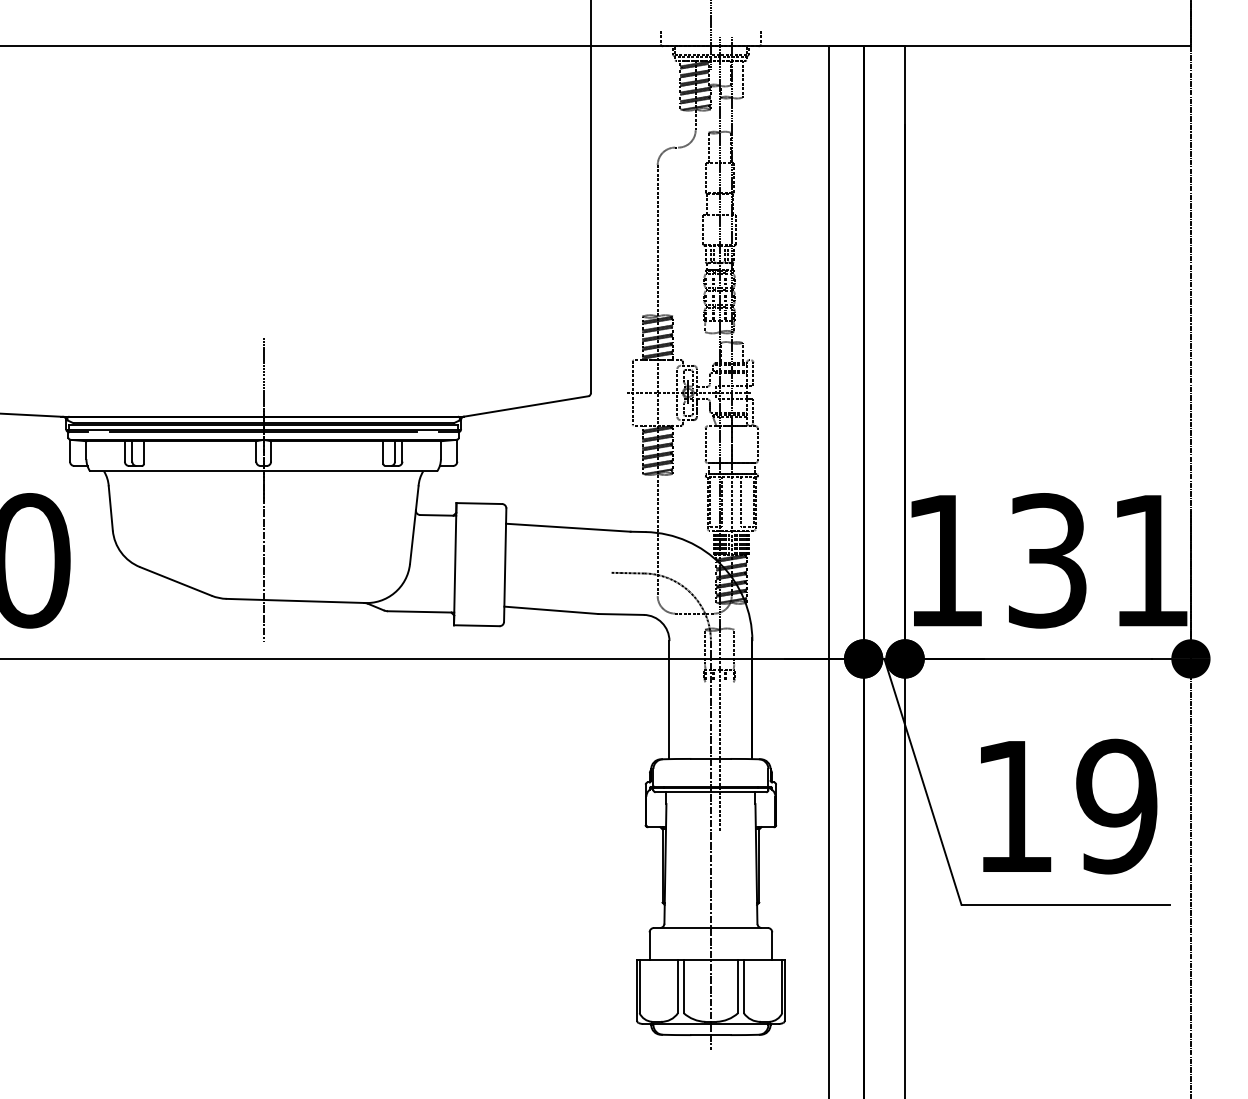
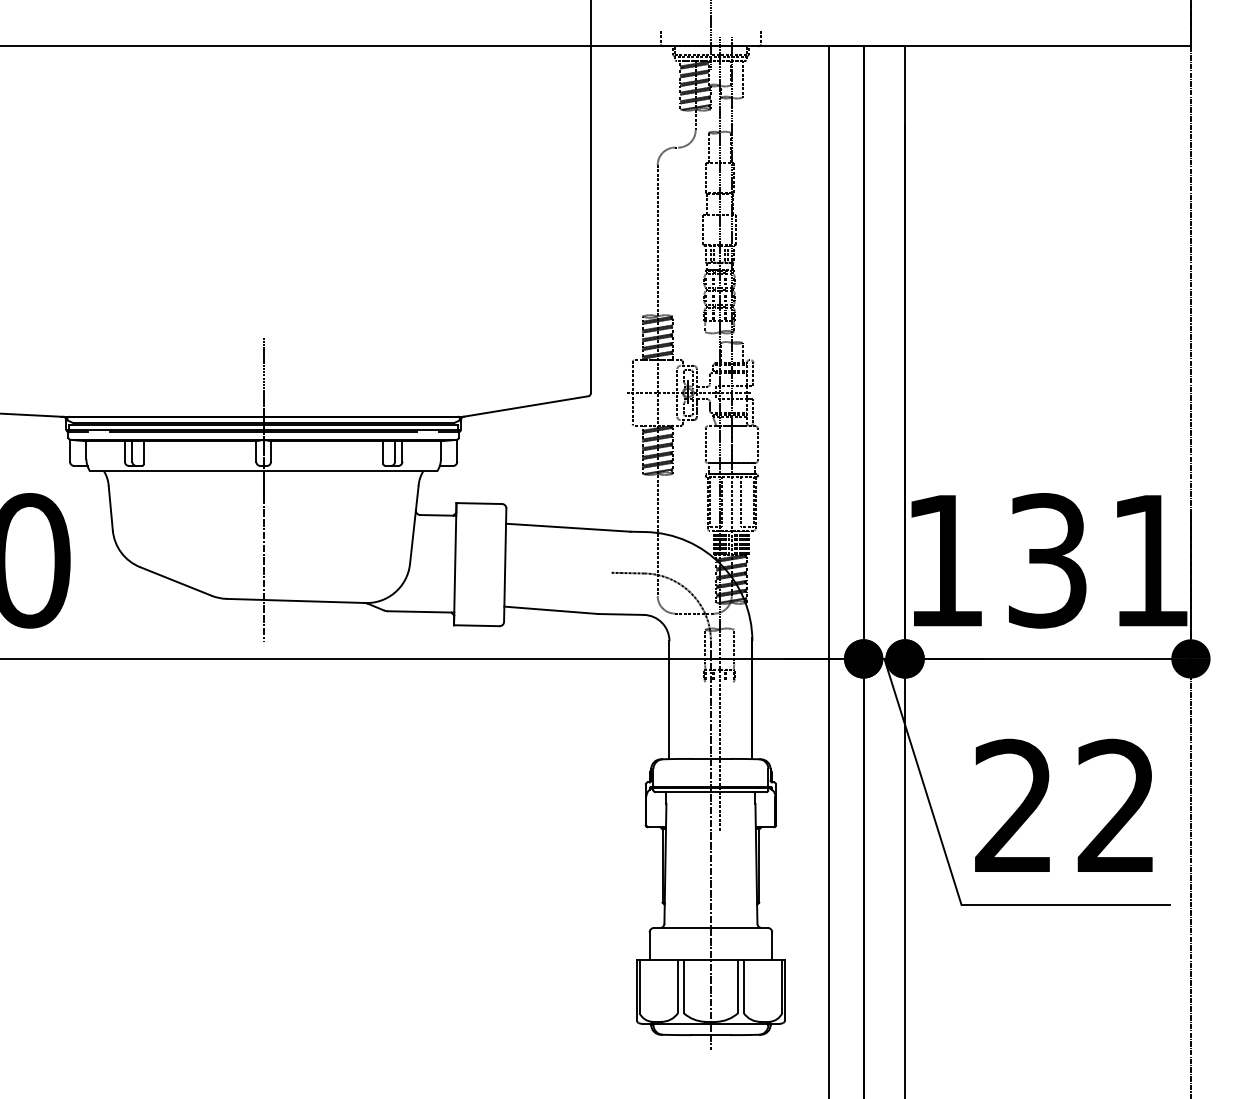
text at (1066, 806): 19 -> 22
